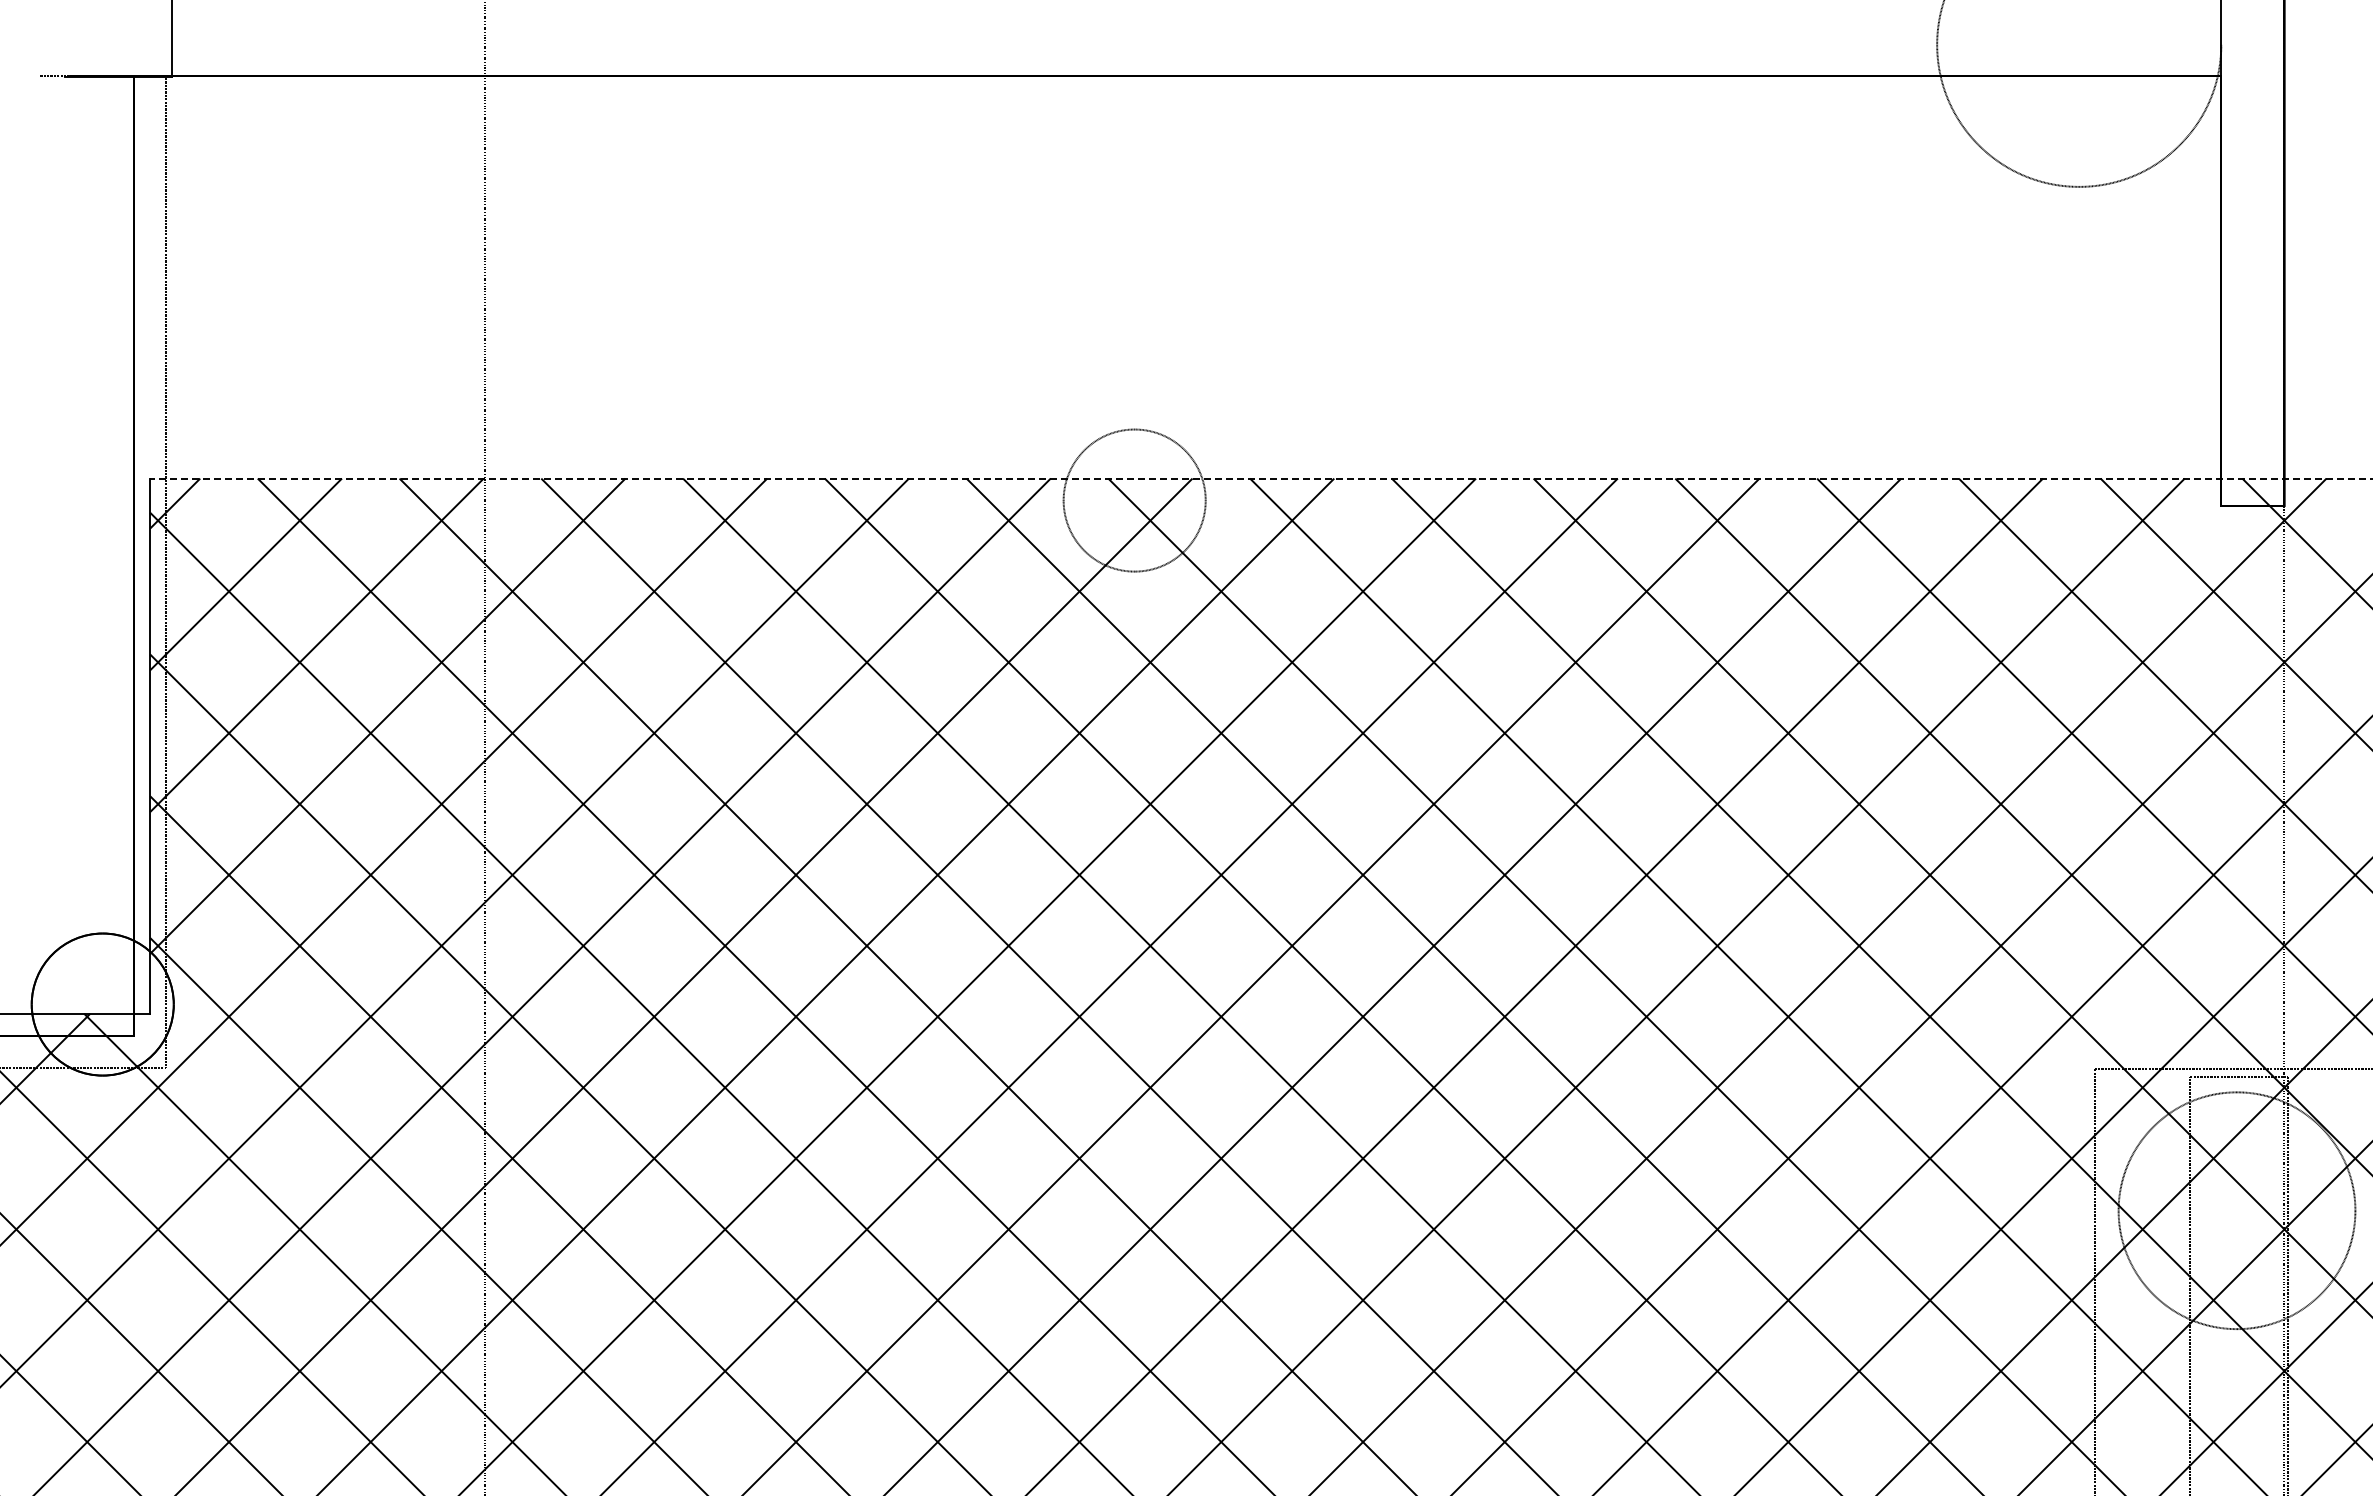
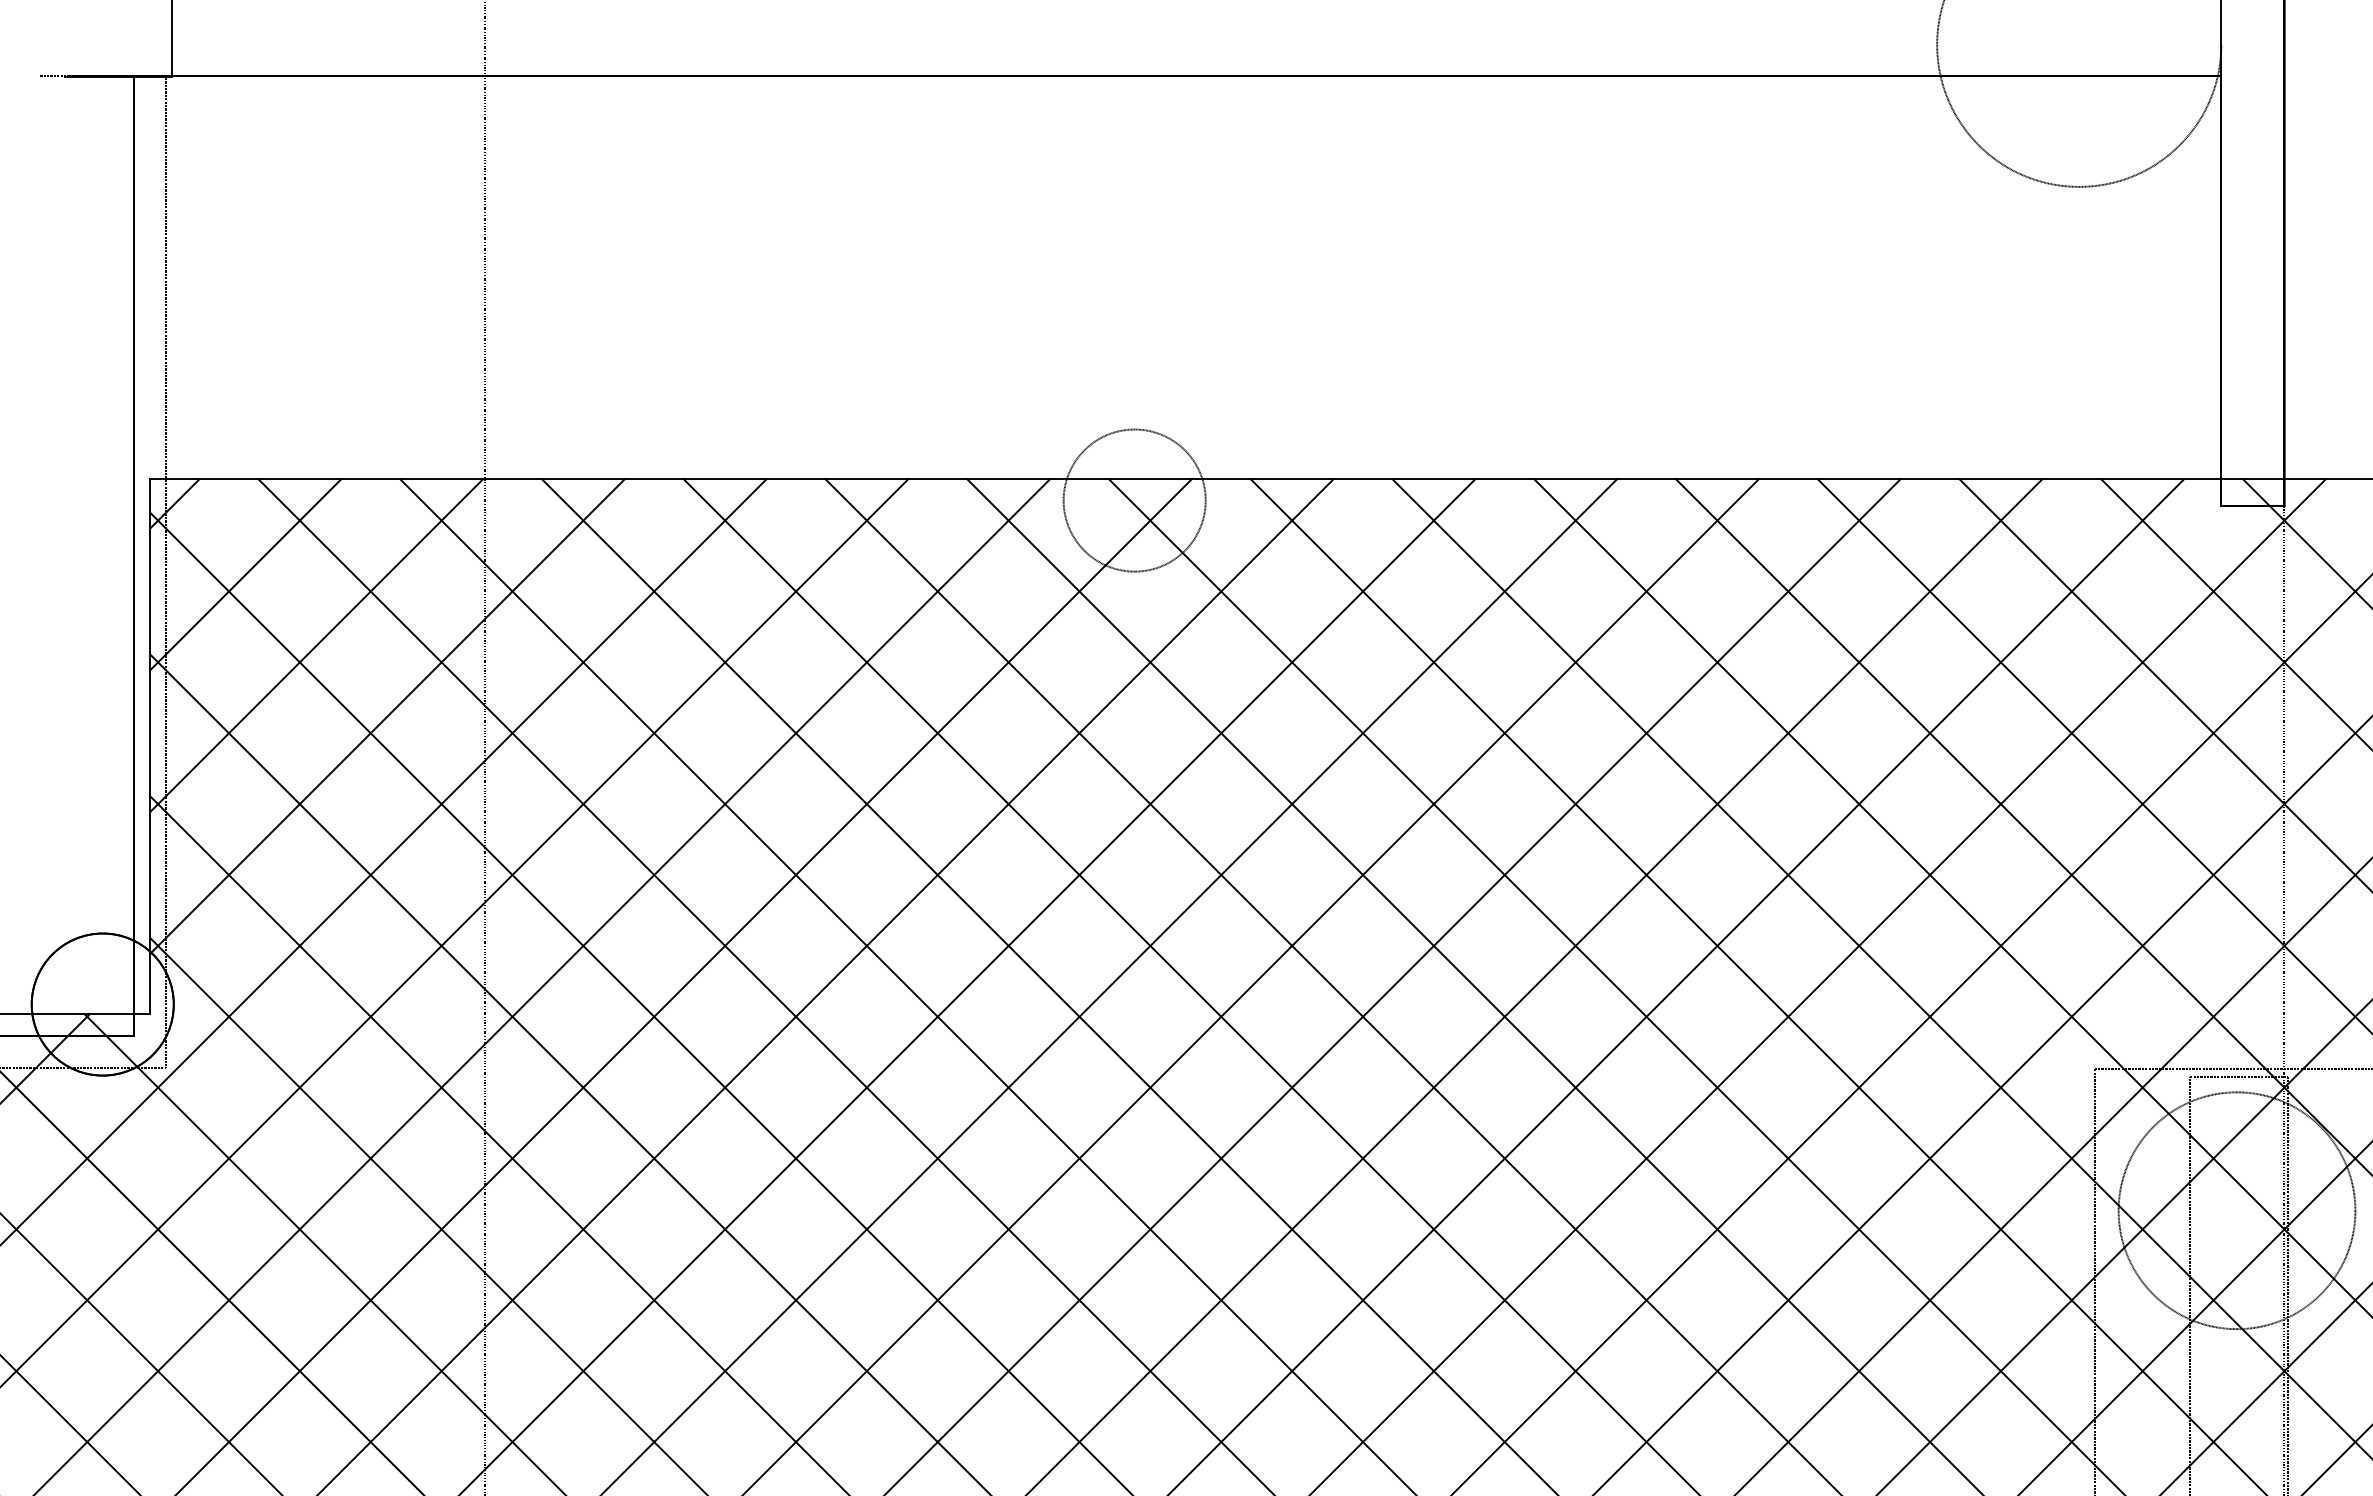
line at (1260, 478): dashed -> solid
